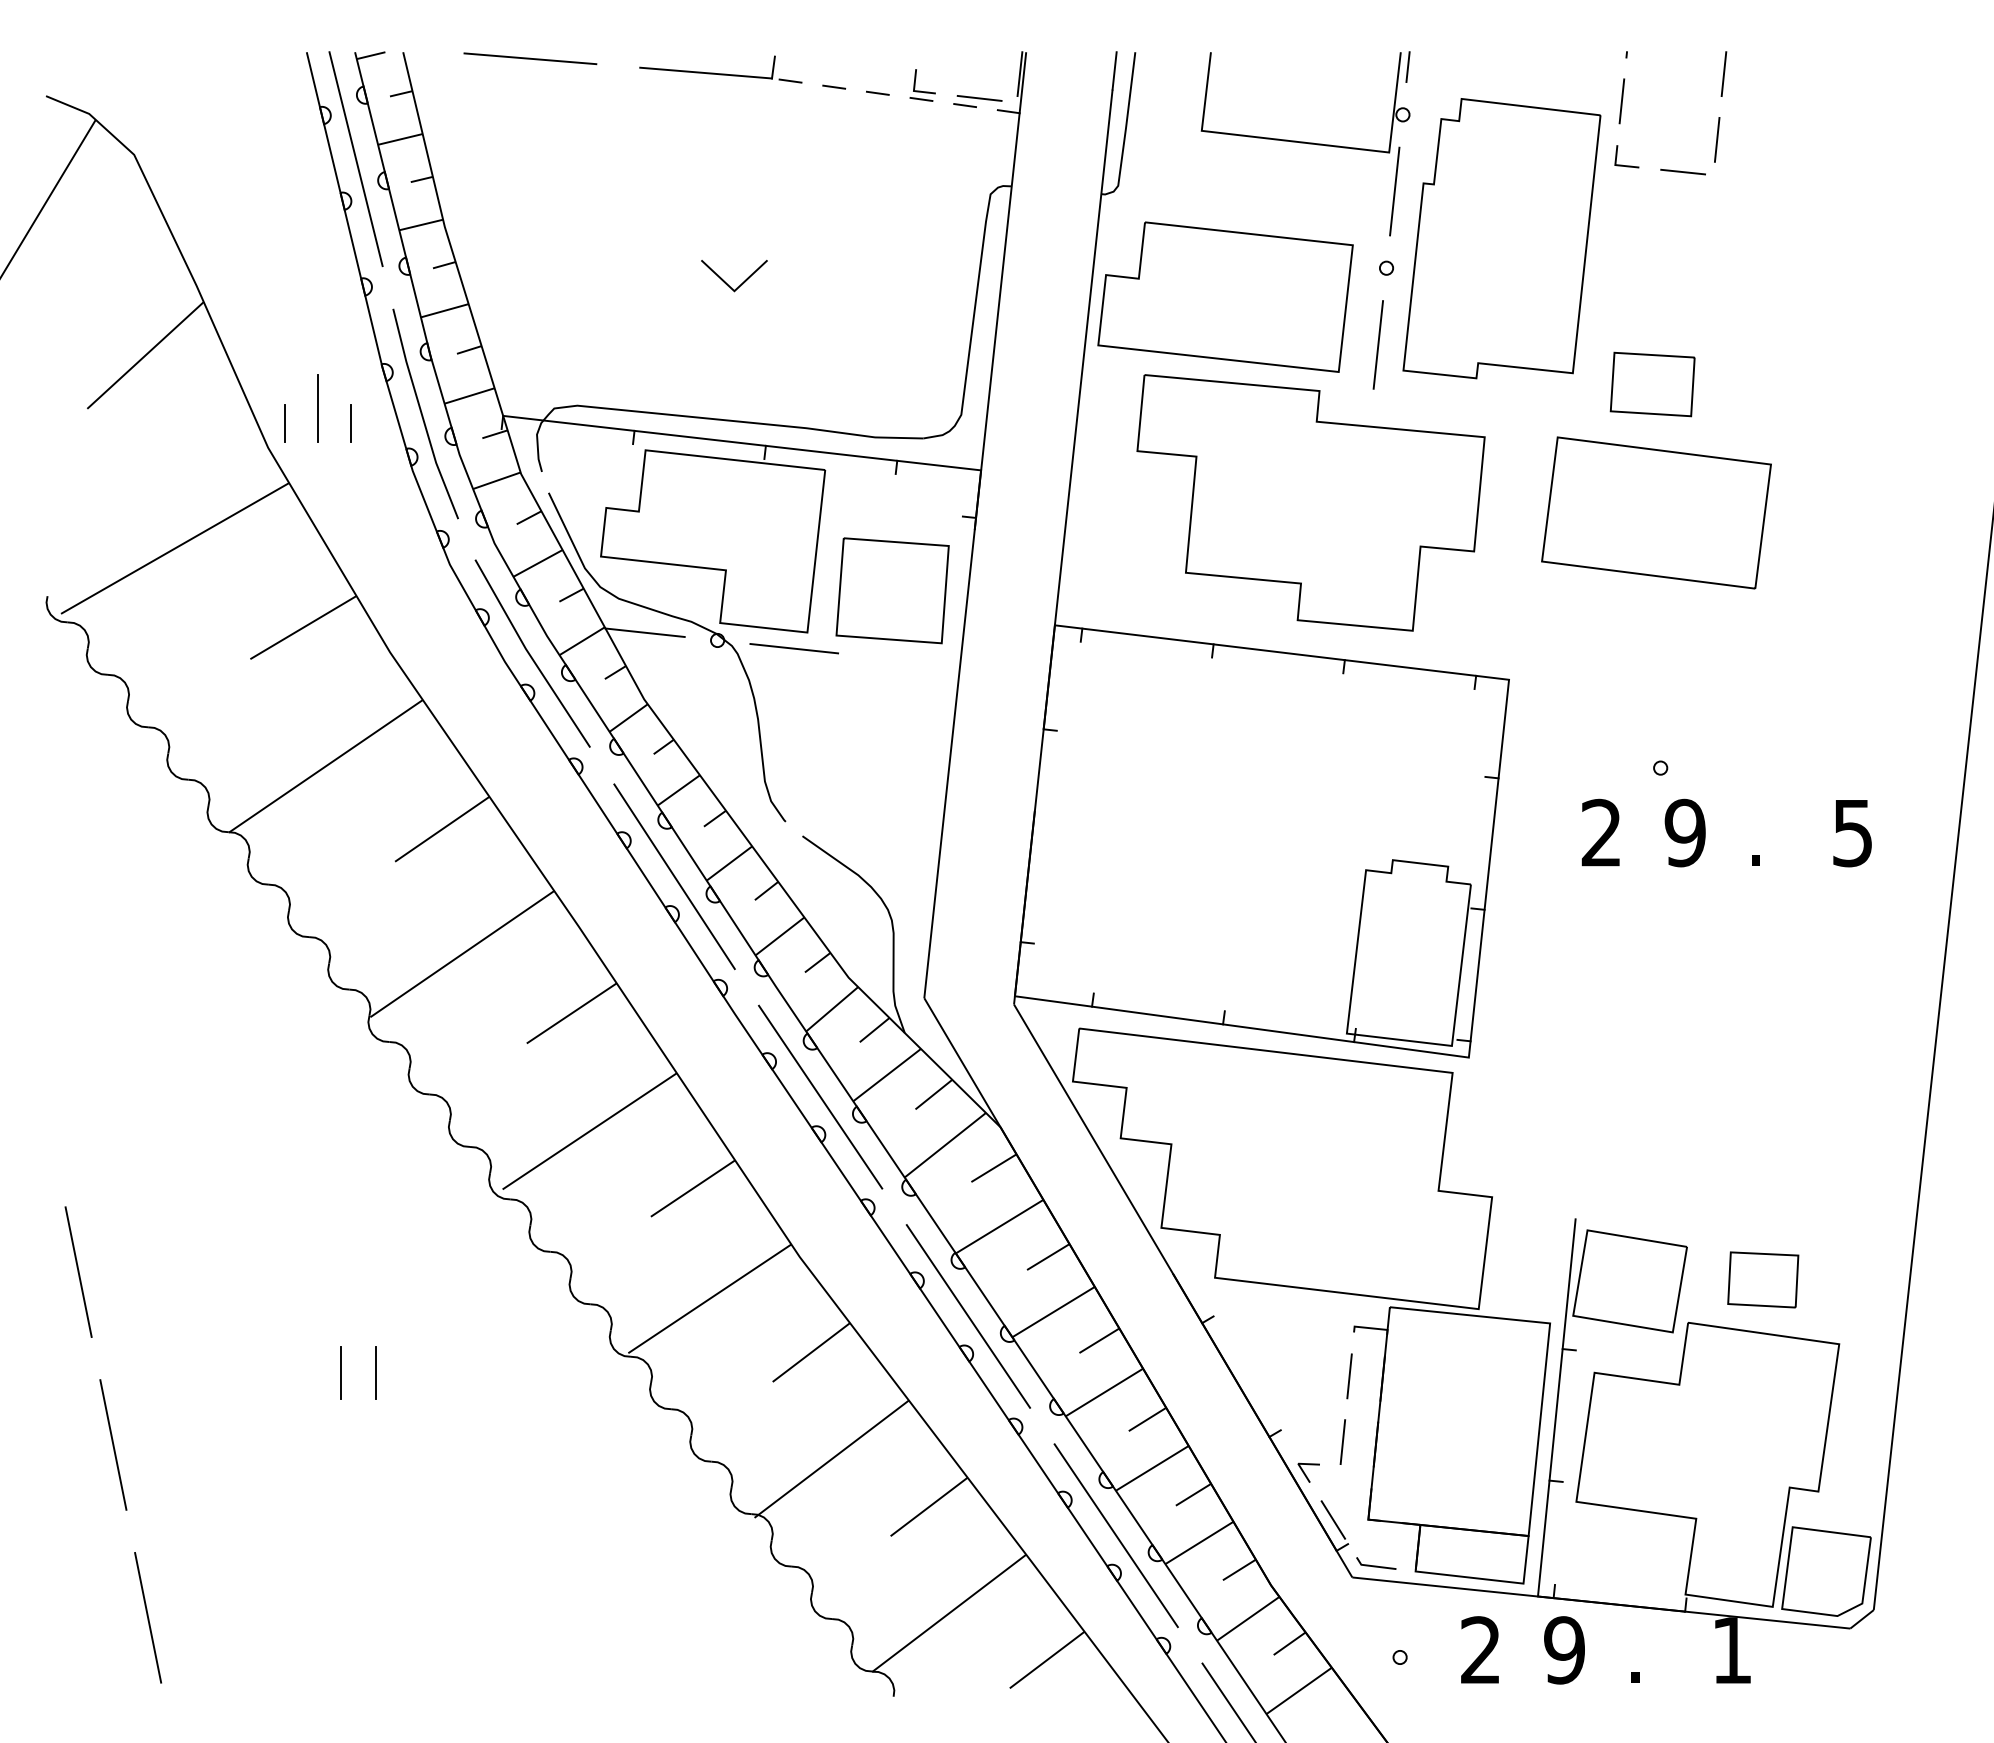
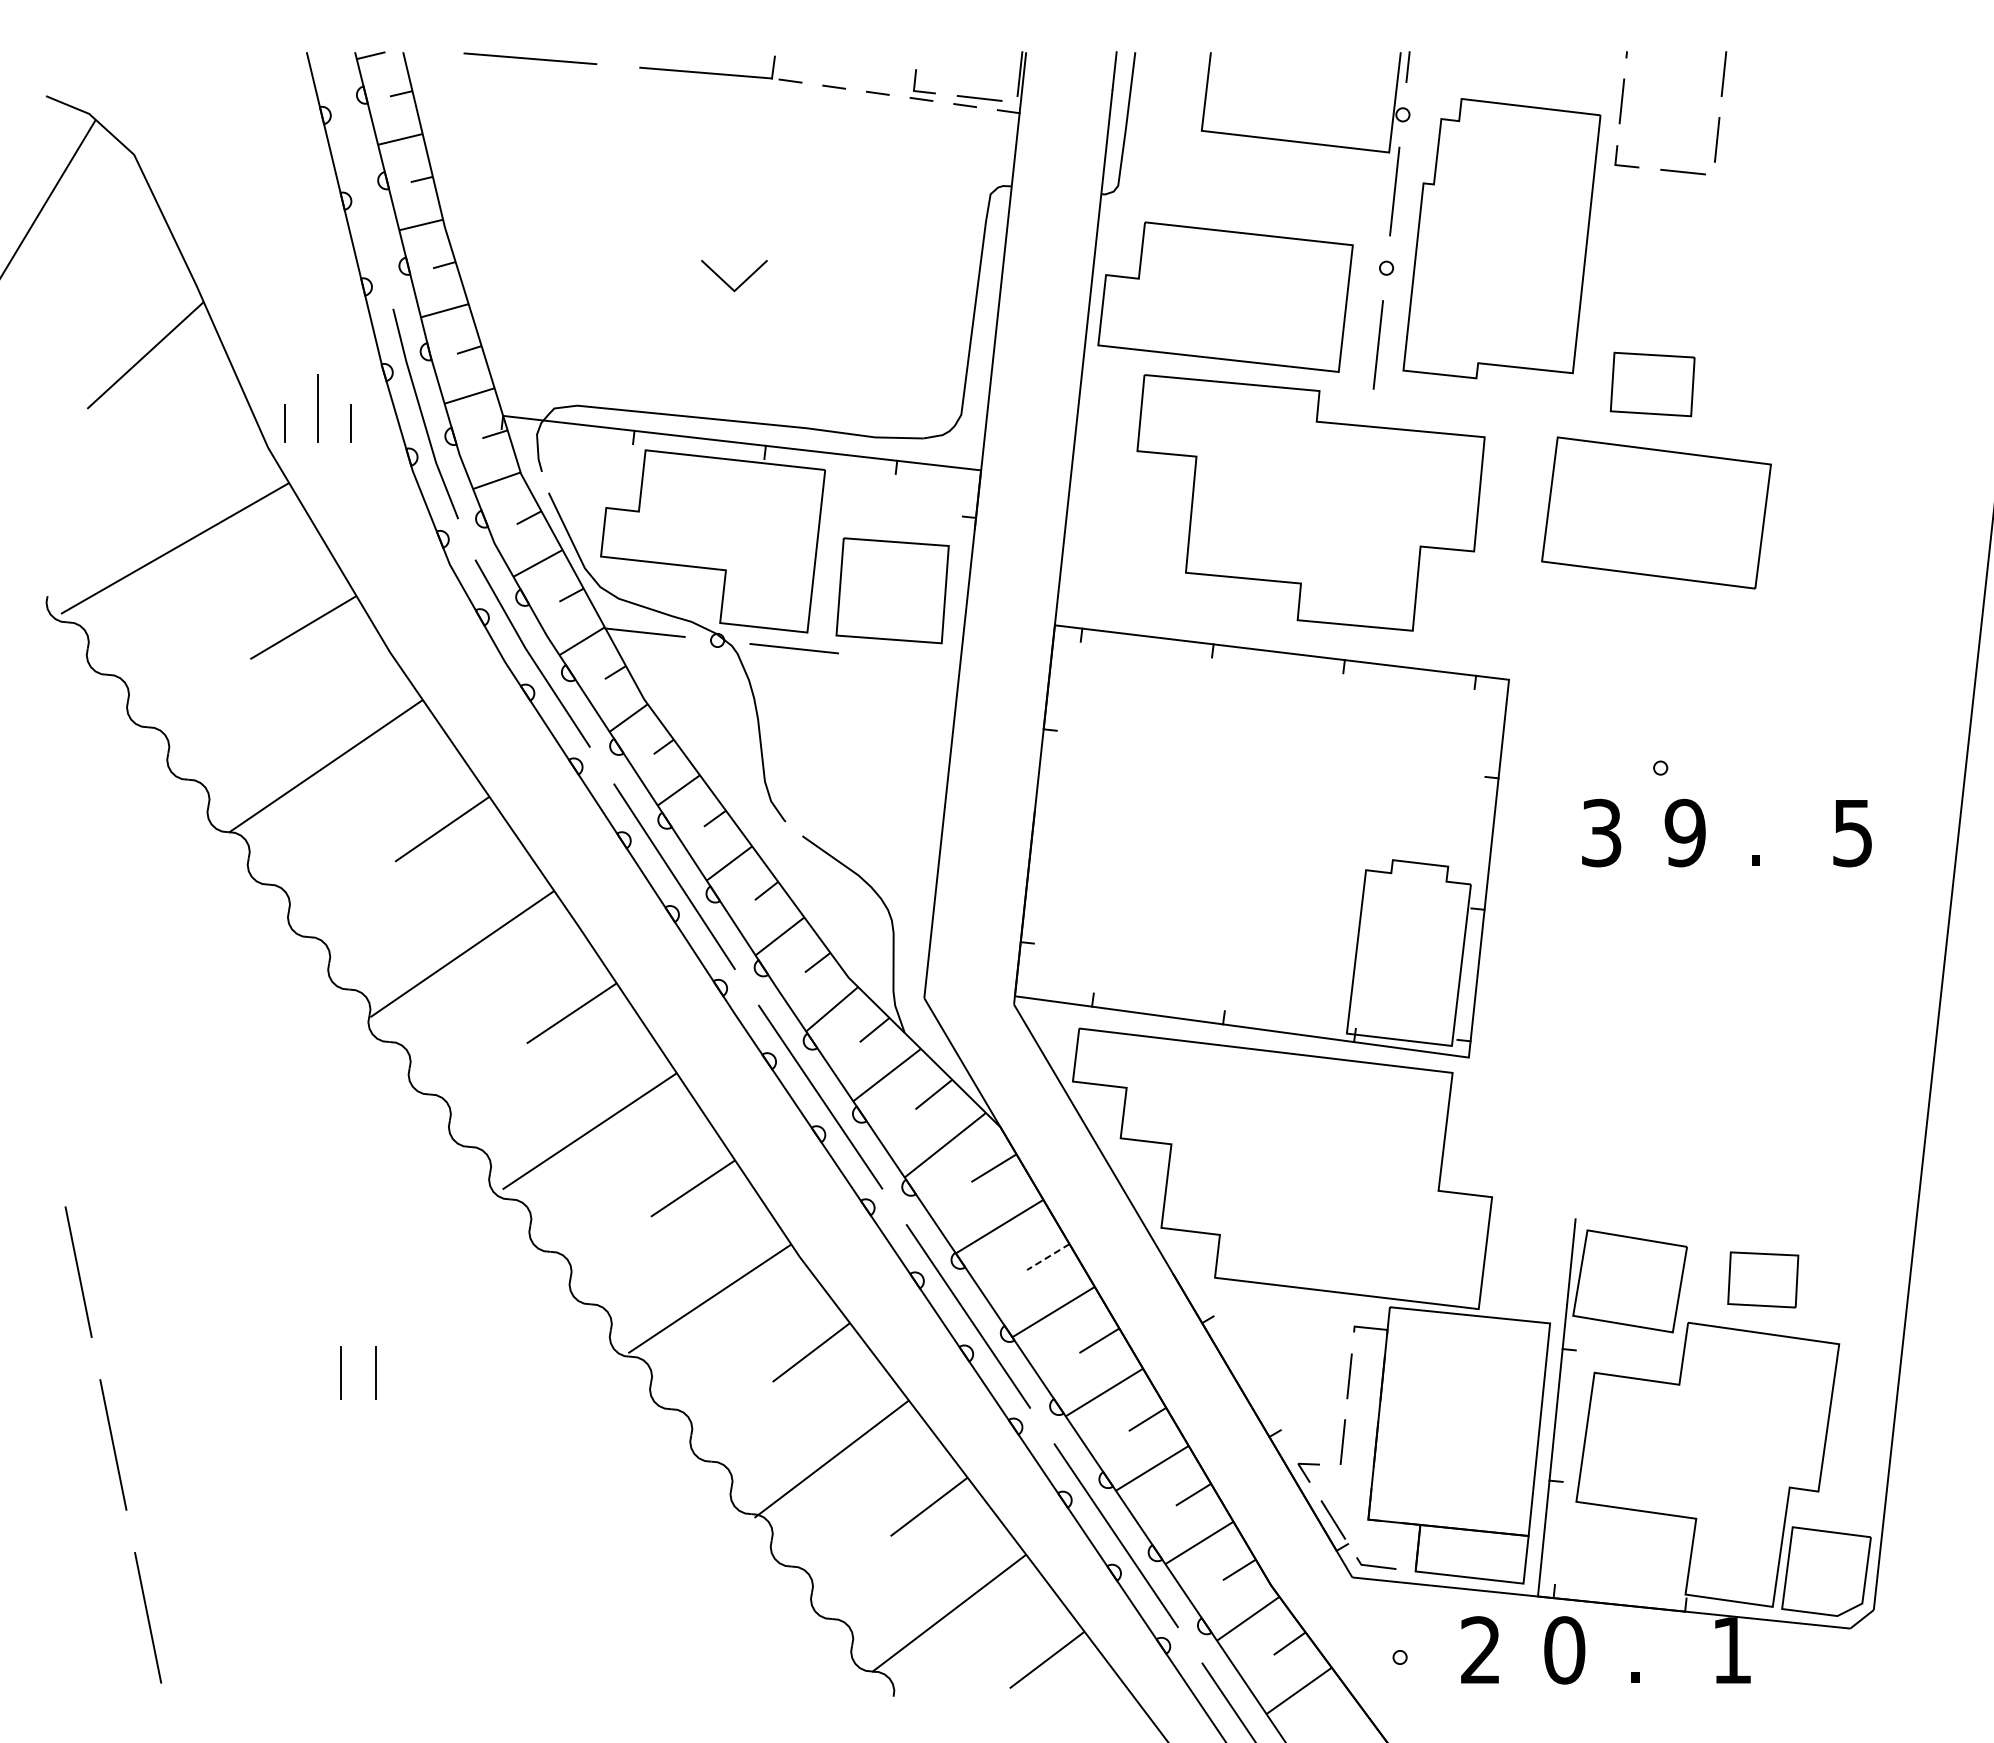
line at (355, 159): present -> none
text at (1601, 833): 2 -> 3
line at (1048, 1257): solid -> dashed
text at (1564, 1650): 9 -> 0
